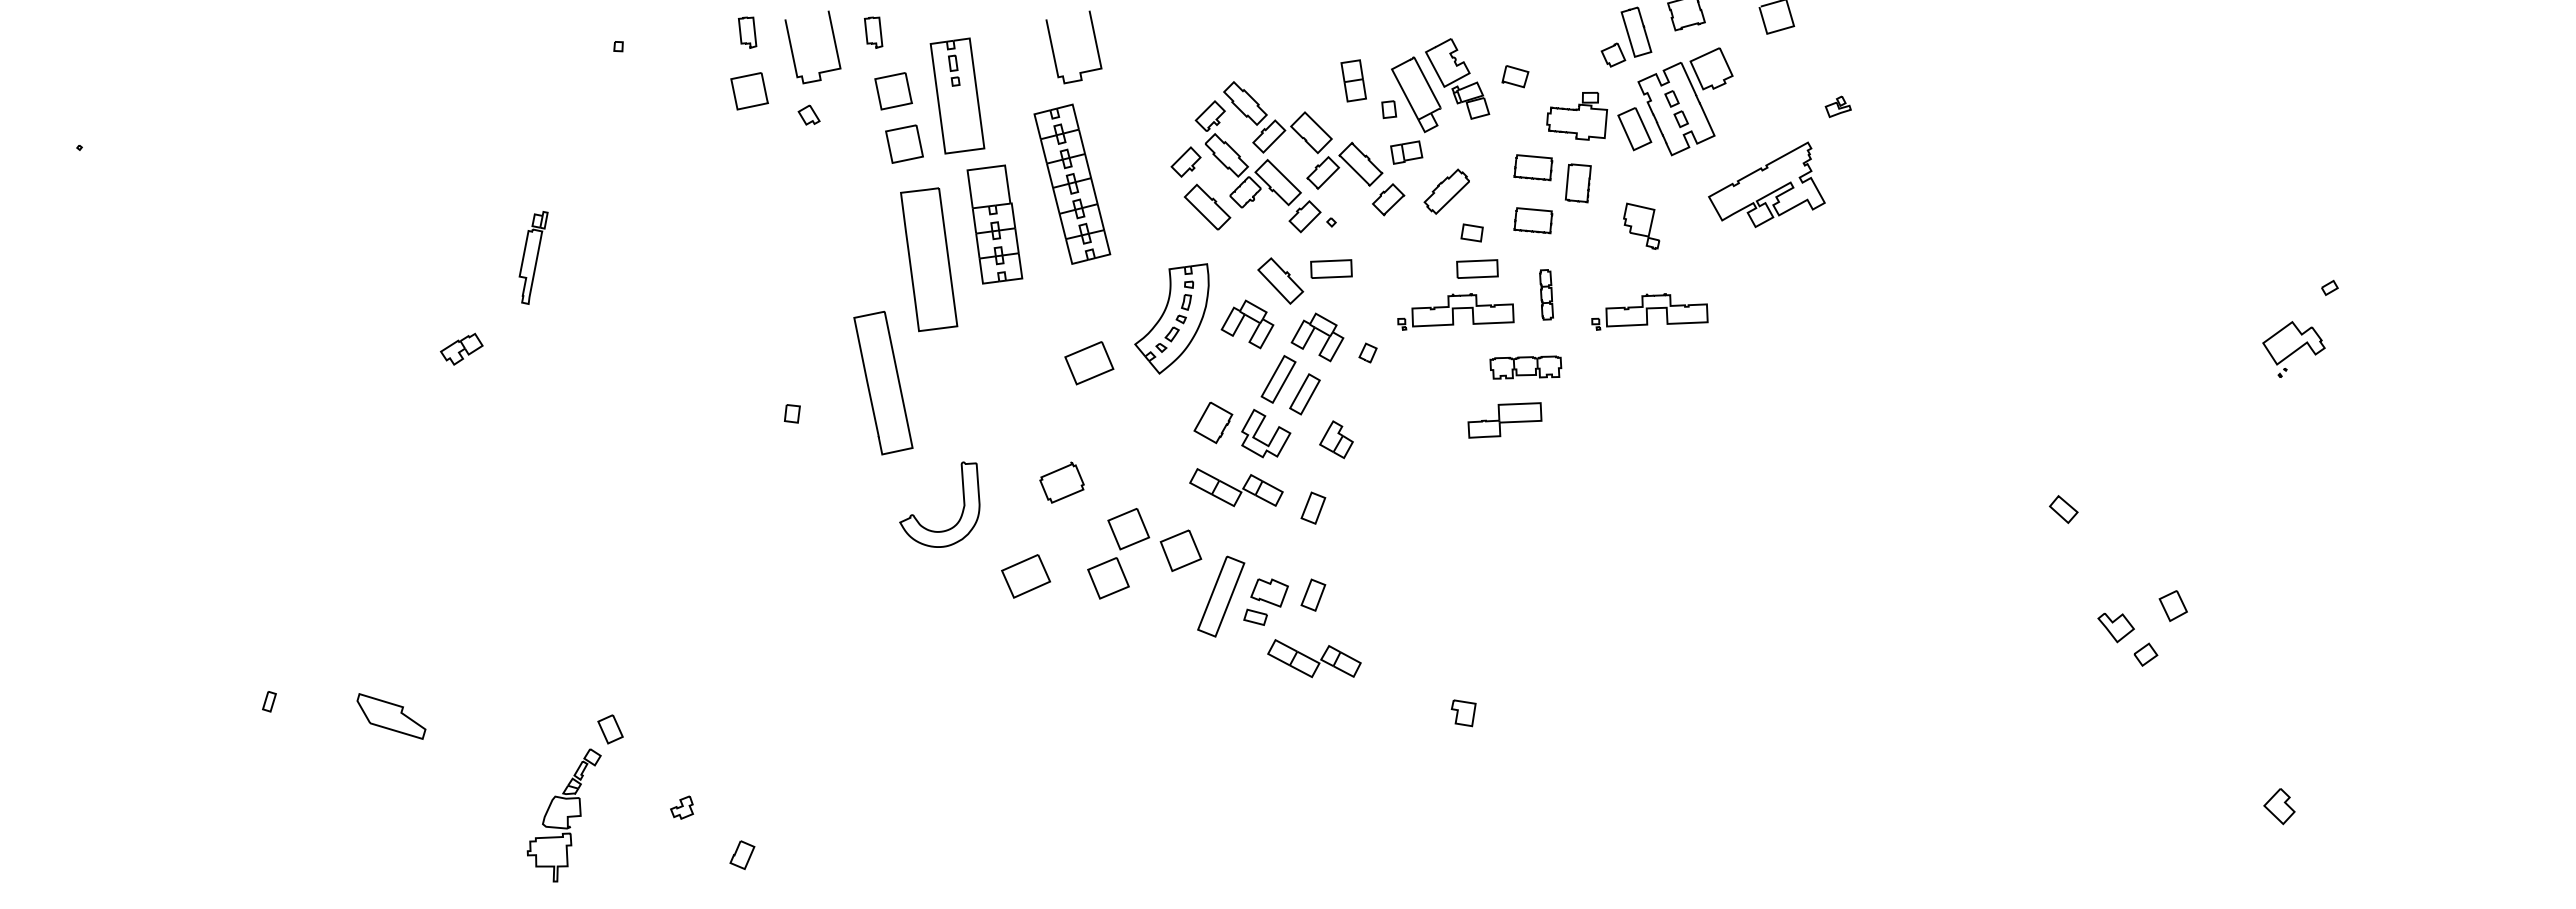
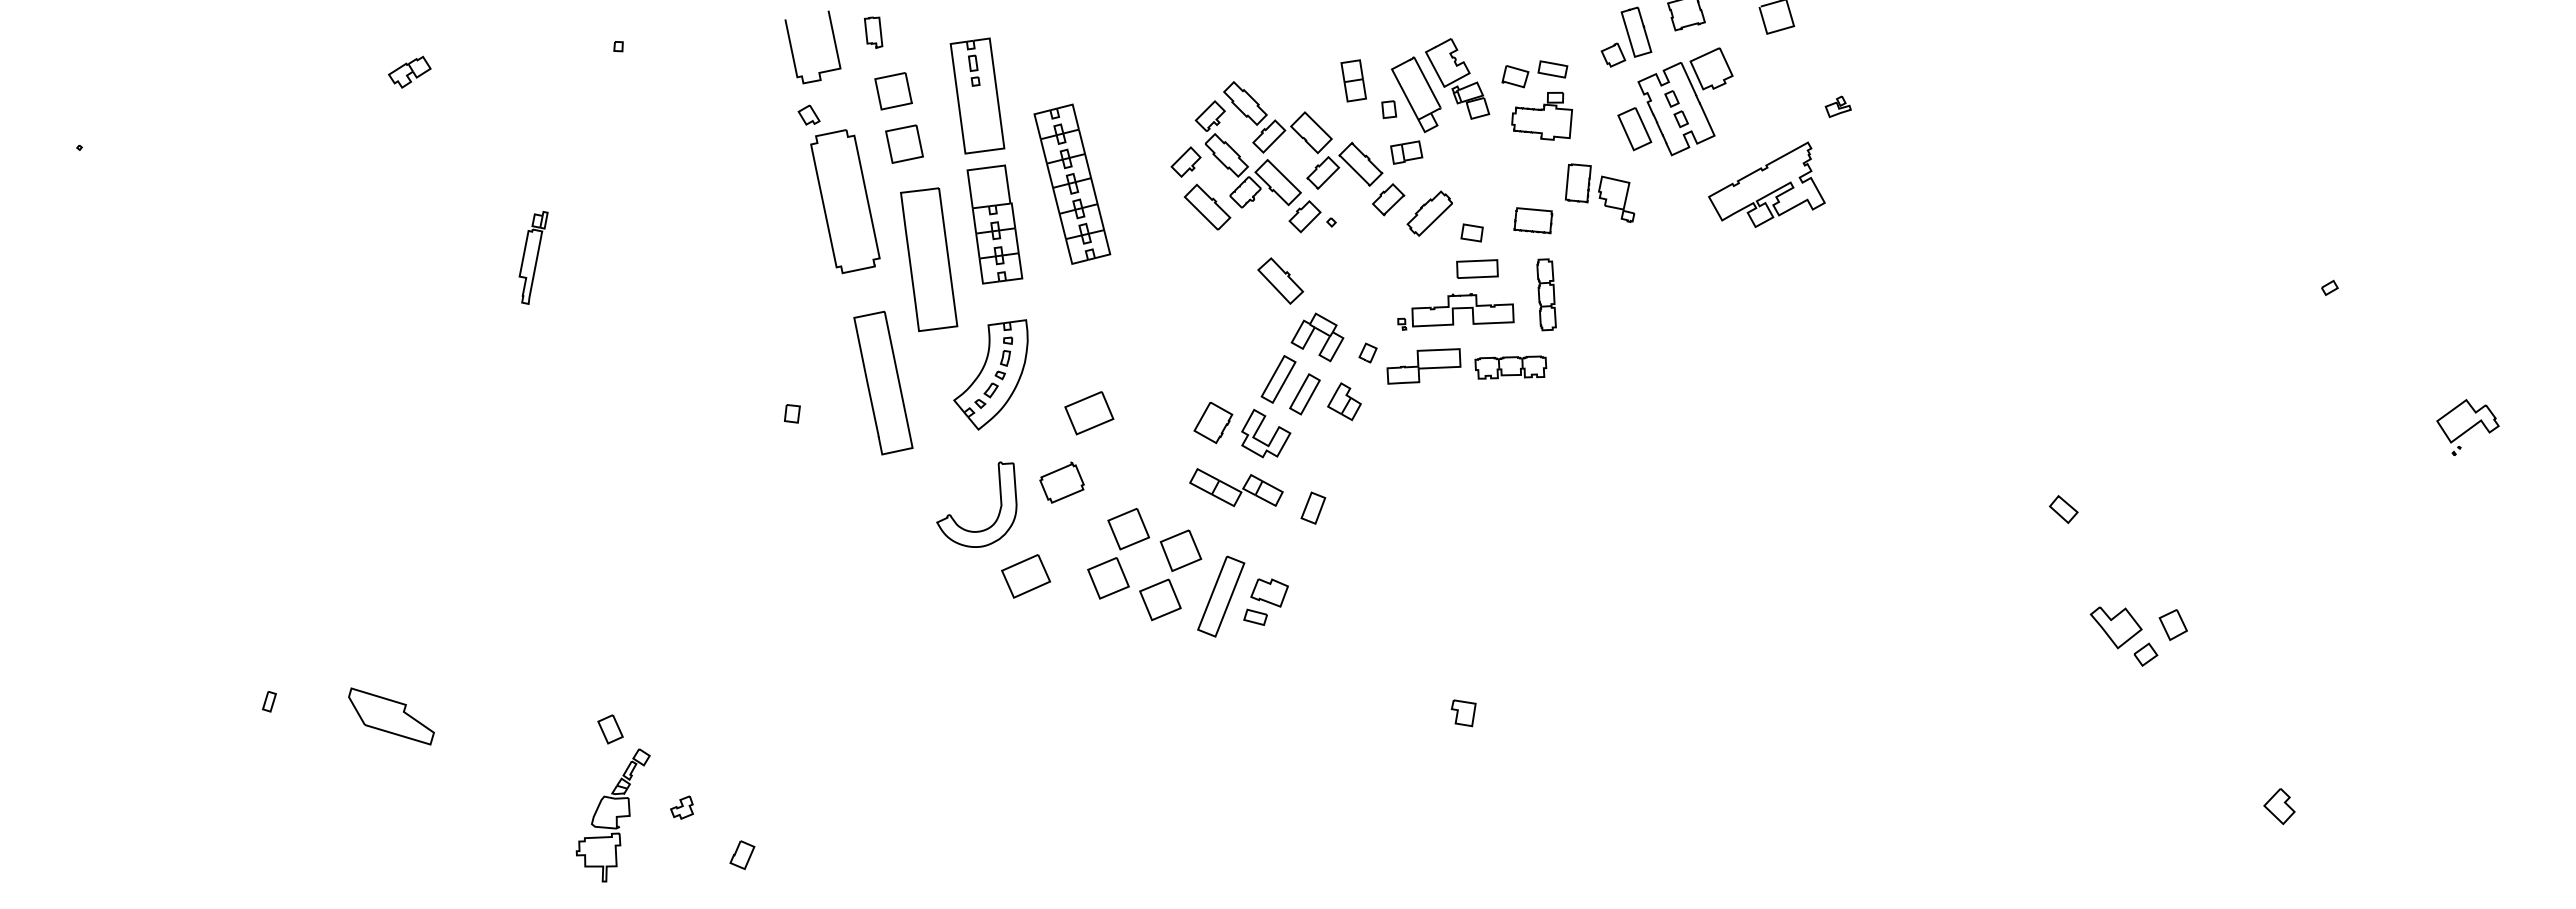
part at (747, 32): present -> none
curve at (1054, 52): present -> none
part at (1552, 69): none -> present
part at (749, 91): present -> none
part at (957, 95) position: (957, 95) -> (977, 95)
part at (1577, 115) position: (1577, 115) -> (1542, 115)
part at (1533, 167): present -> none
part at (1446, 191) position: (1446, 191) -> (1429, 213)
part at (845, 201): none -> present
part at (1641, 225) position: (1641, 225) -> (1616, 198)
part at (1331, 268): present -> none
part at (1546, 294) size: 15x52 px -> 21x74 px
part at (1649, 311): present -> none
part at (1171, 318) position: (1171, 318) -> (990, 374)
part at (1249, 318): present -> none
part at (461, 348) position: (461, 348) -> (409, 71)
part at (2293, 349) position: (2293, 349) -> (2467, 427)
part at (1089, 363) position: (1089, 363) -> (1089, 413)
part at (1525, 367) position: (1525, 367) -> (1510, 367)
part at (1504, 420) position: (1504, 420) -> (1423, 366)
part at (1336, 439) position: (1336, 439) -> (1344, 401)
part at (962, 508) position: (962, 508) -> (999, 508)
part at (1313, 594): present -> none
part at (1160, 599): none -> present
part at (2172, 605) position: (2172, 605) -> (2172, 624)
part at (2115, 627) size: 38x32 px -> 54x44 px
part at (1314, 658): present -> none
part at (391, 716) size: 71x47 px -> 87x59 px
part at (563, 815) position: (563, 815) -> (612, 815)
